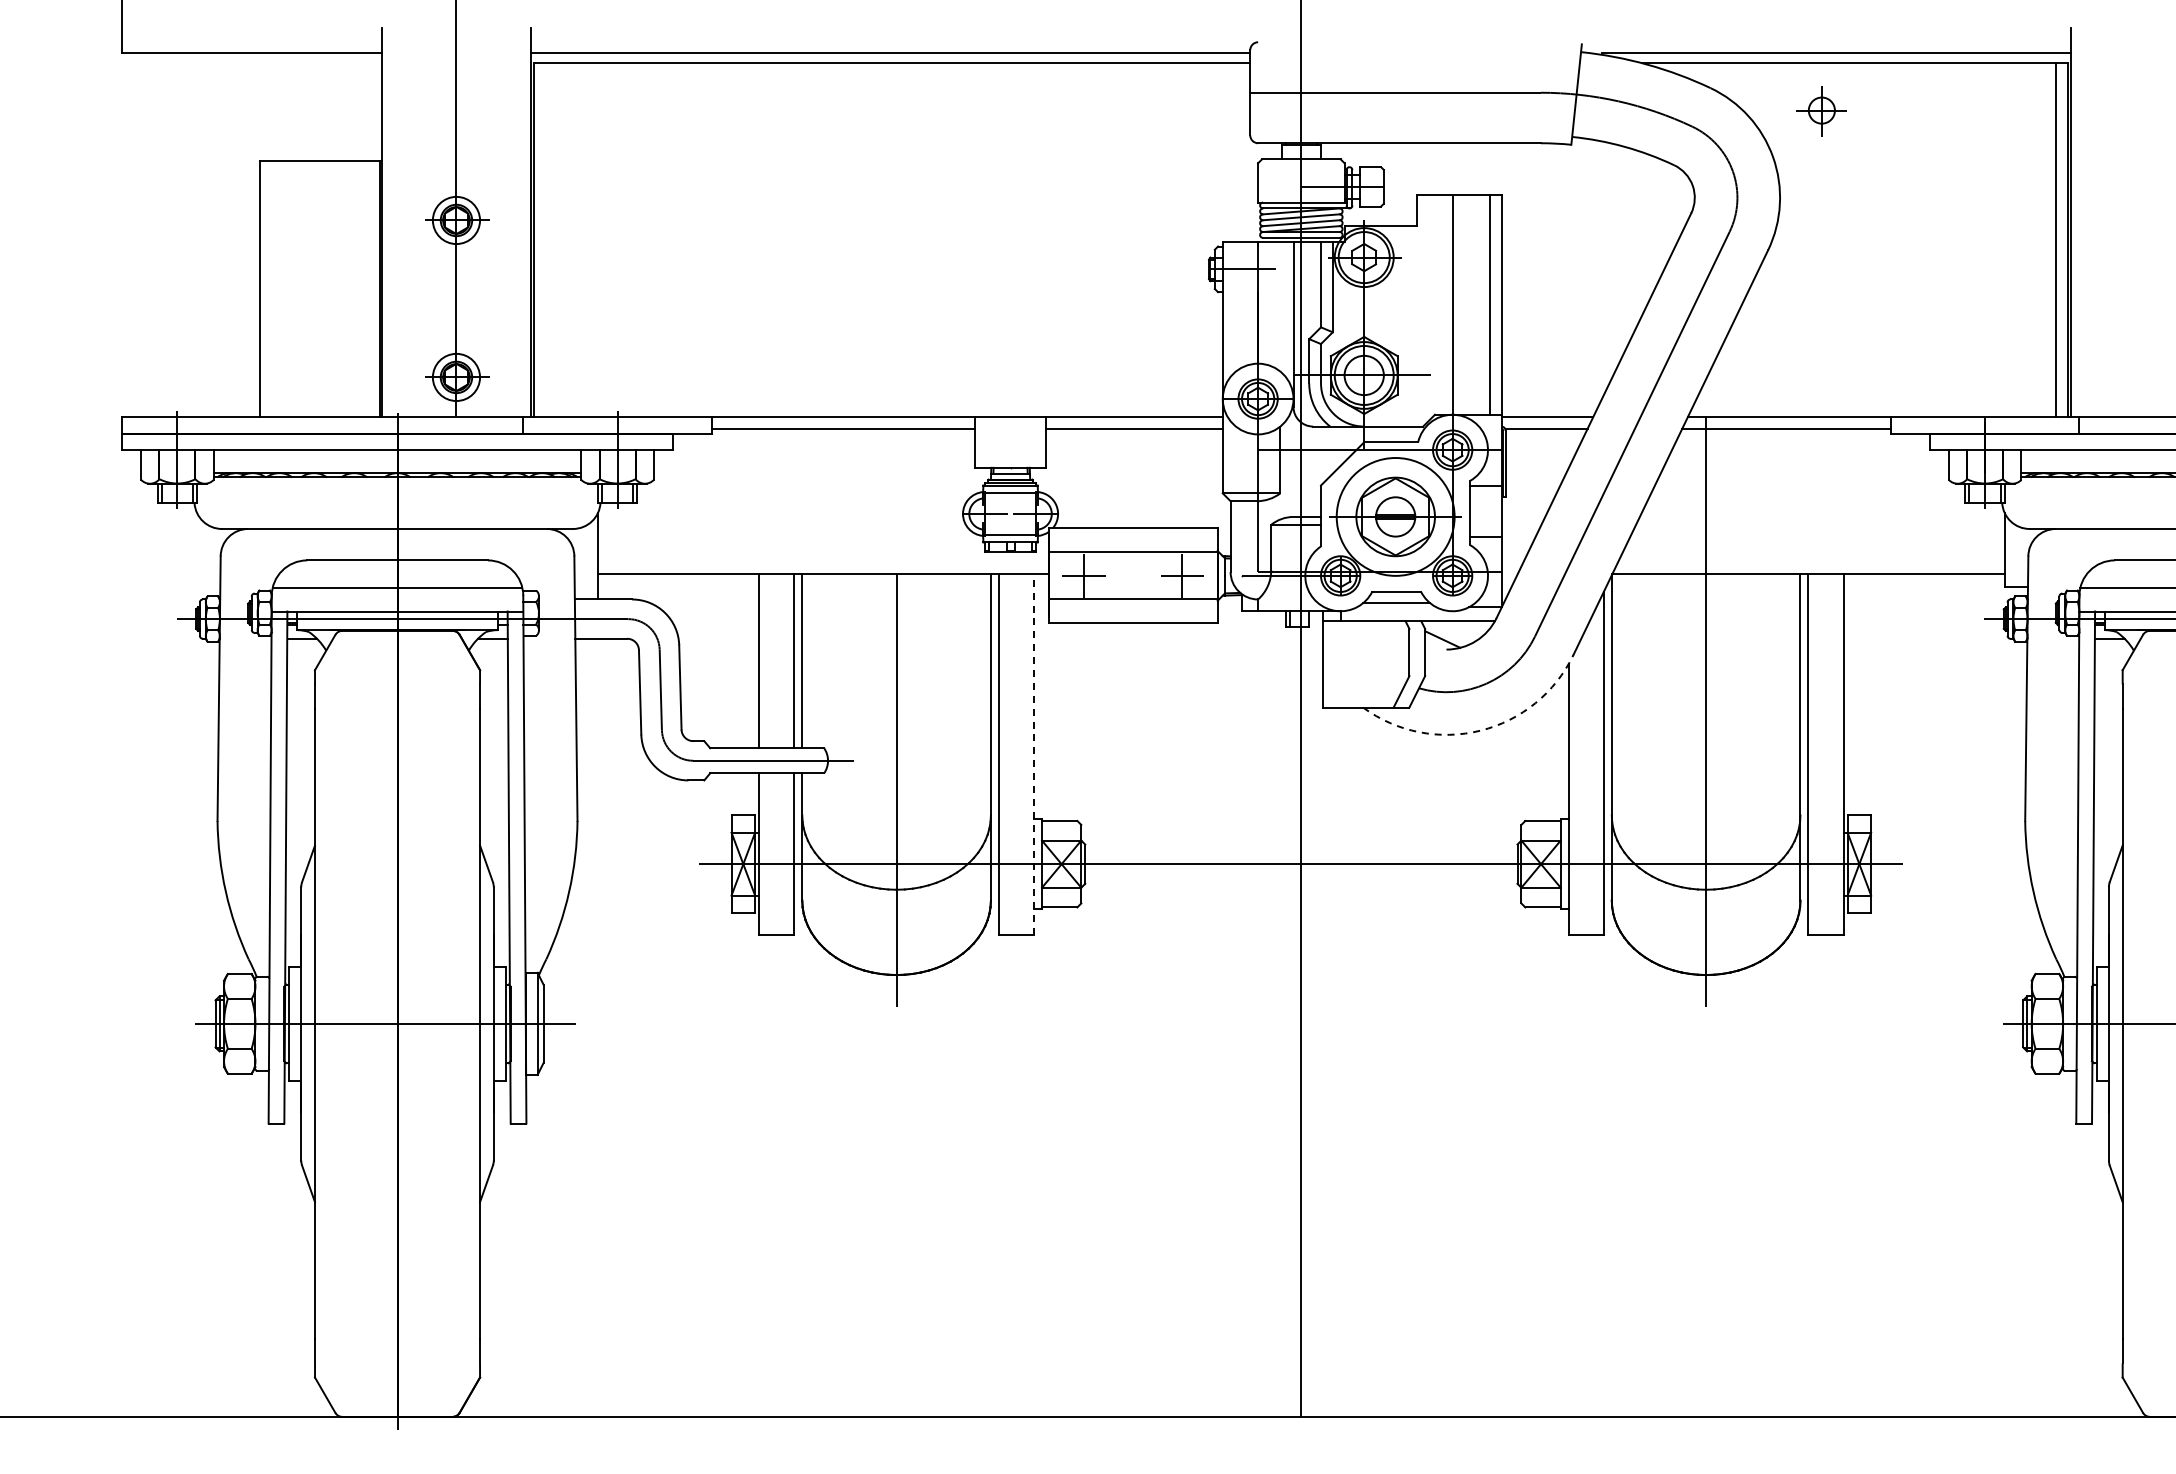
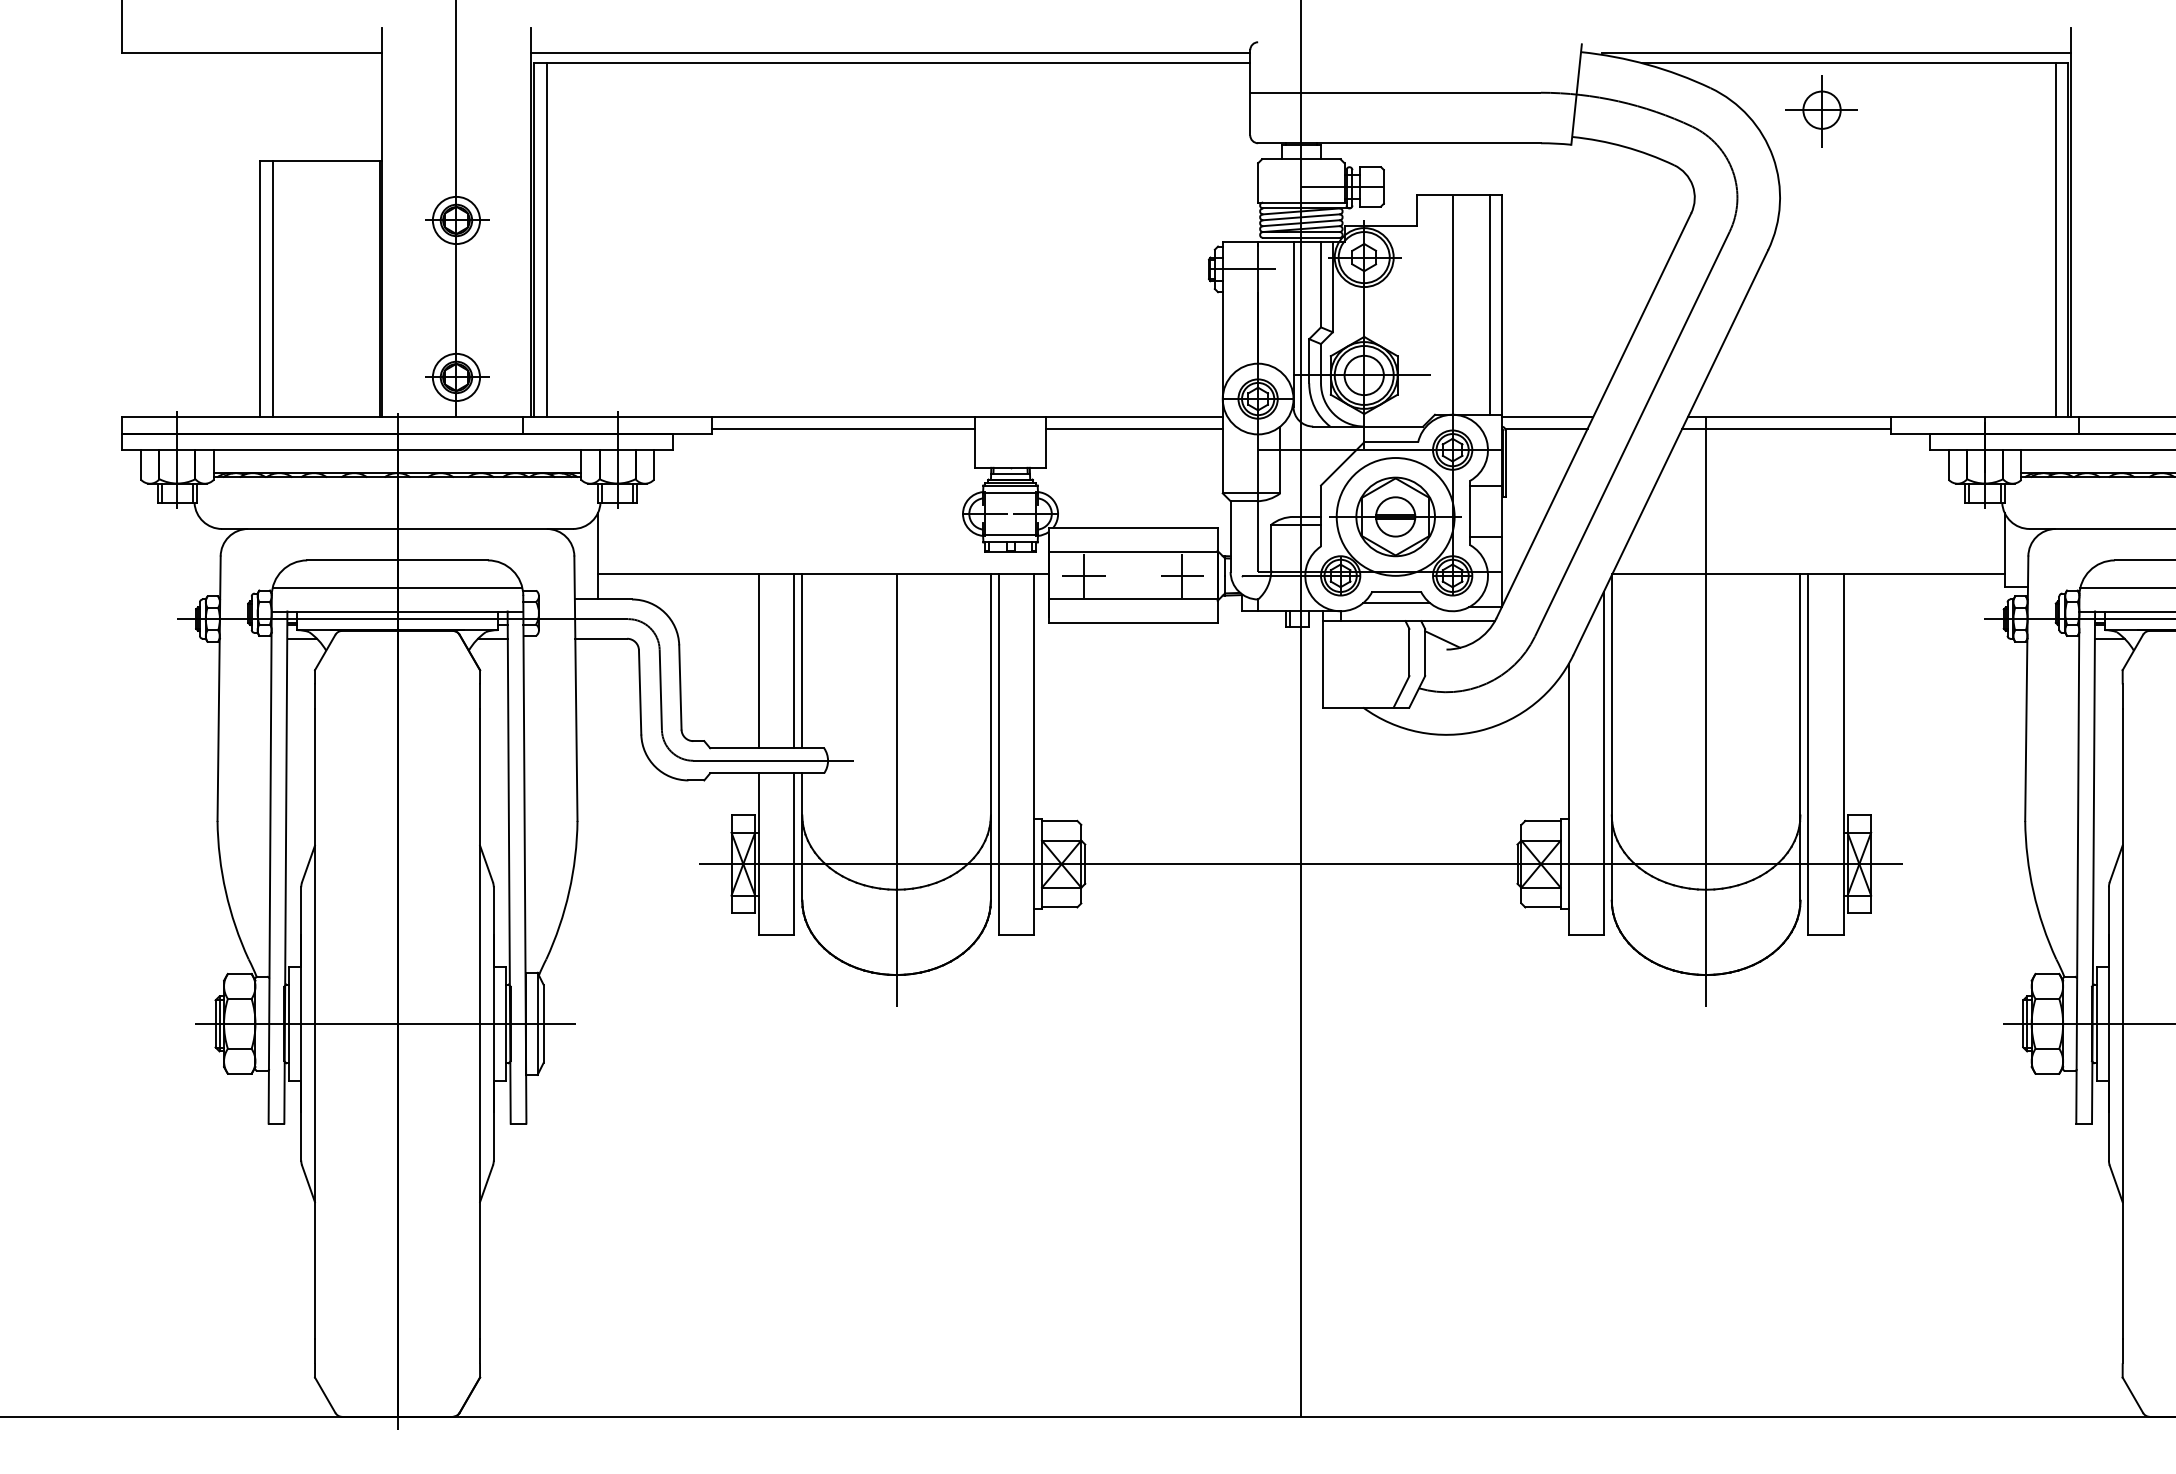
part at (1821, 111) size: 51x51 px -> 73x73 px
line at (546, 239): none -> present
line at (272, 288): none -> present
arc at (1480, 730): dashed -> solid
line at (1034, 753): dashed -> solid
